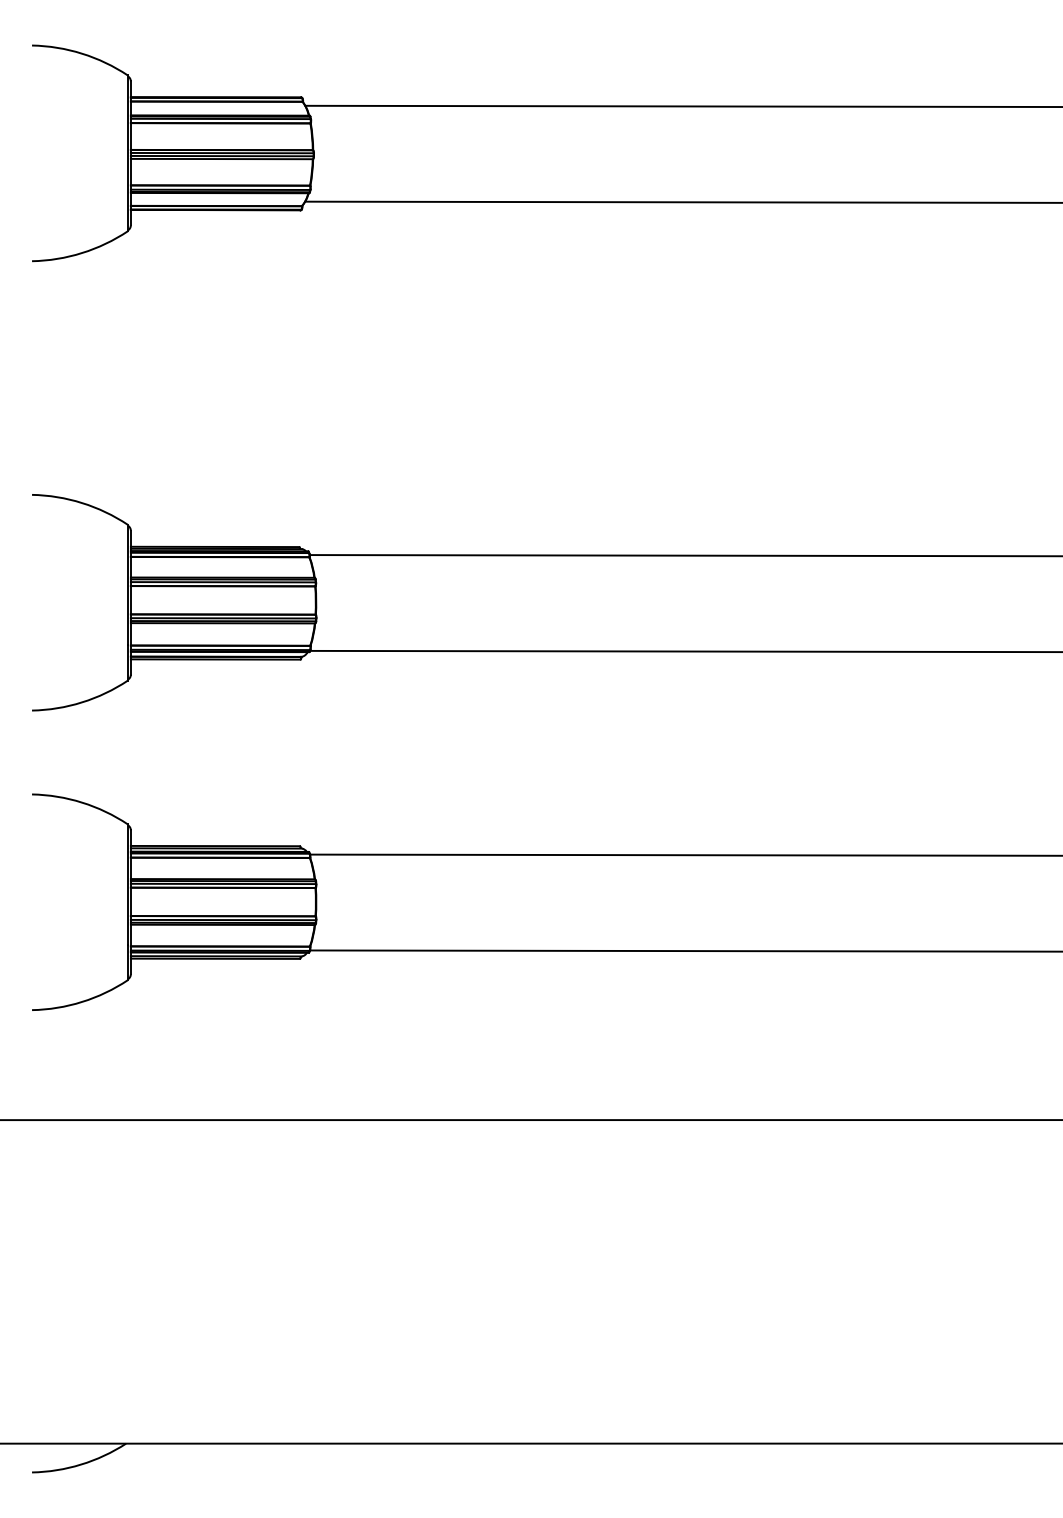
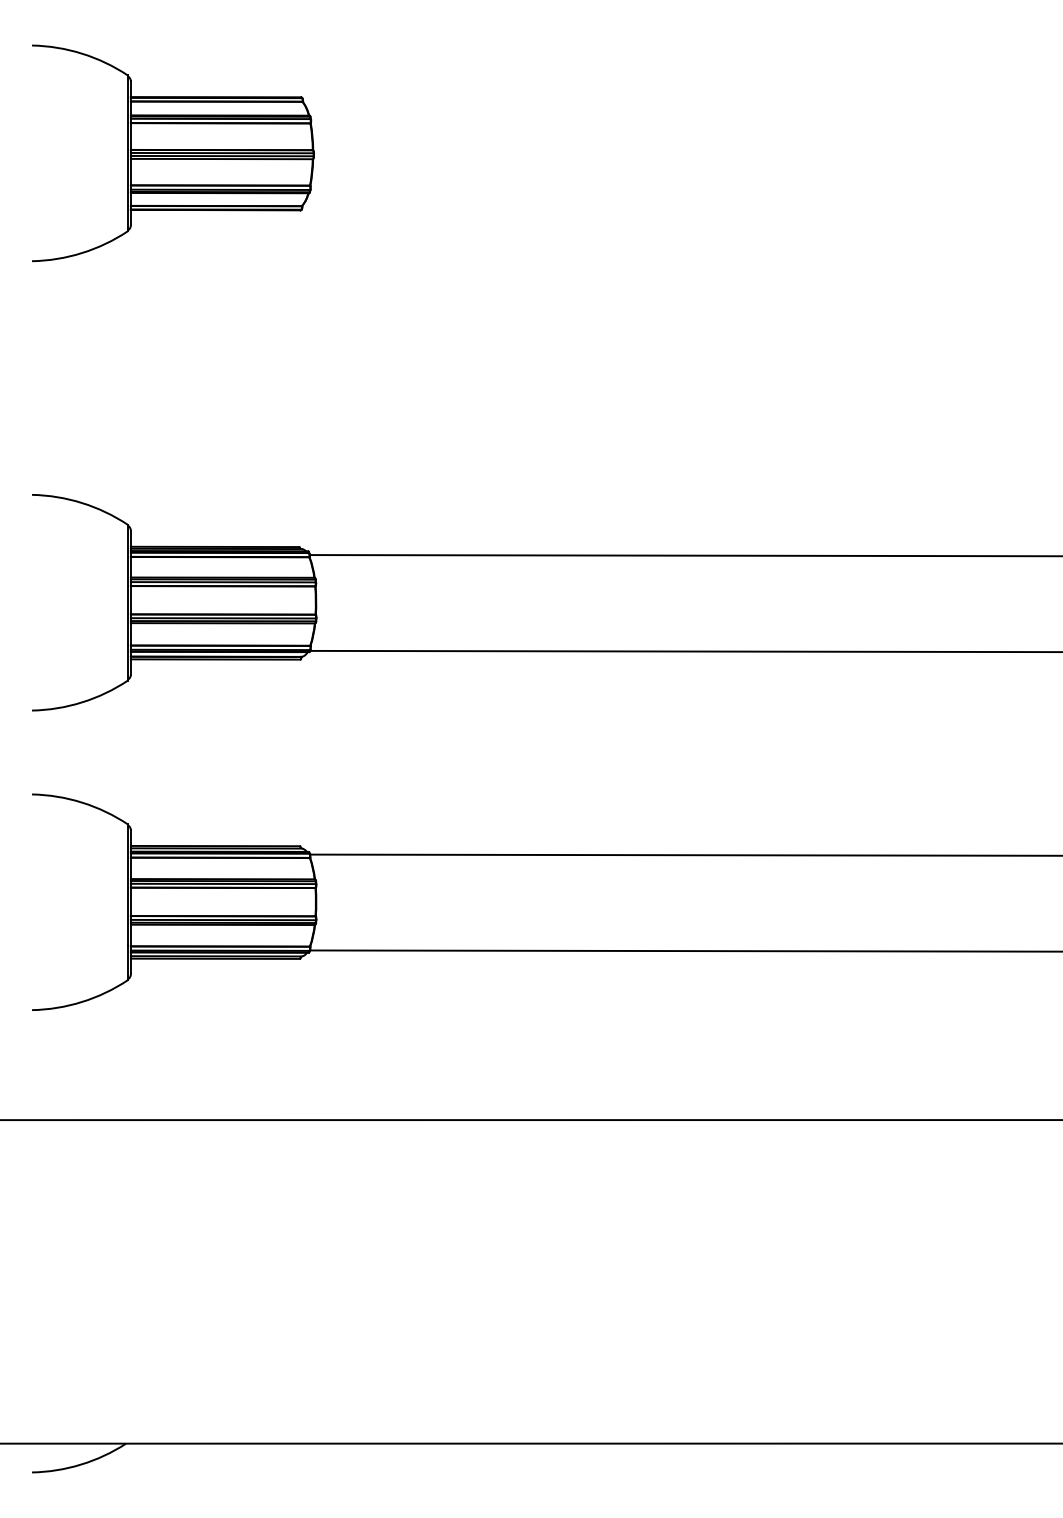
line at (682, 106): present -> none
line at (682, 201): present -> none
